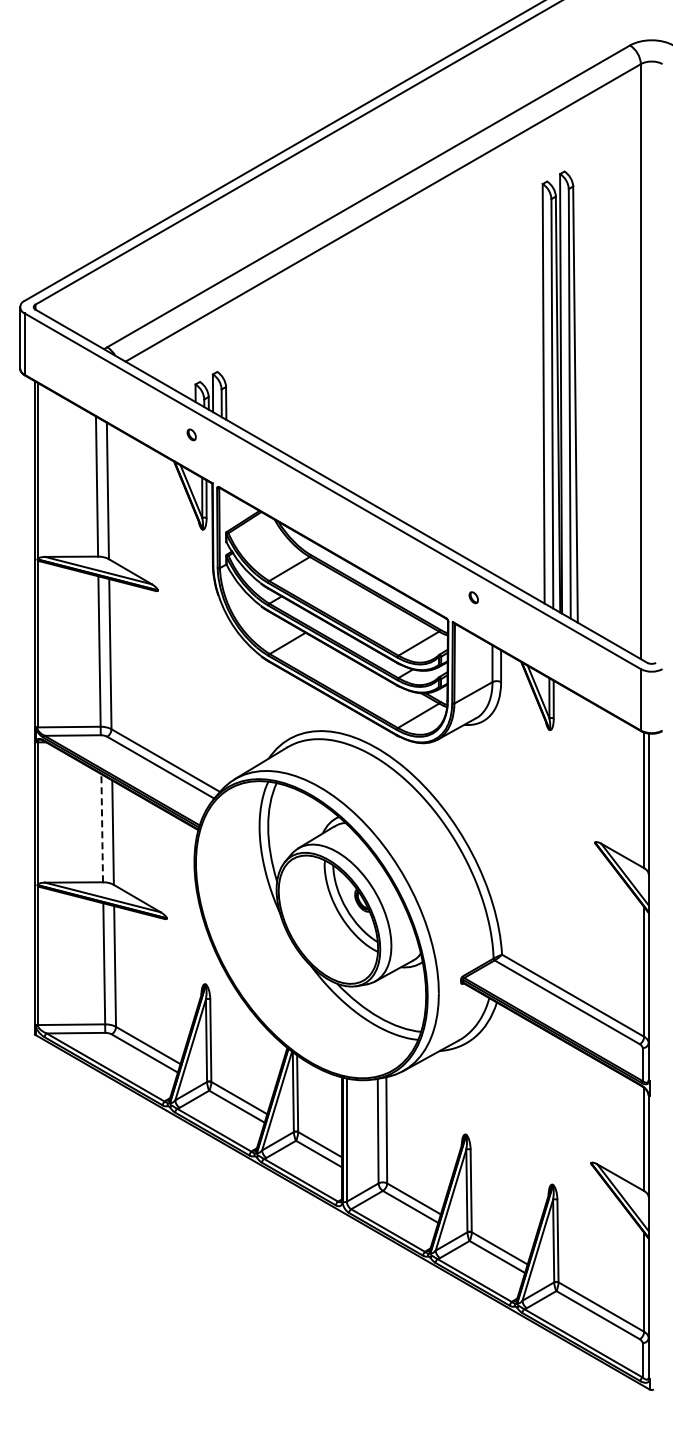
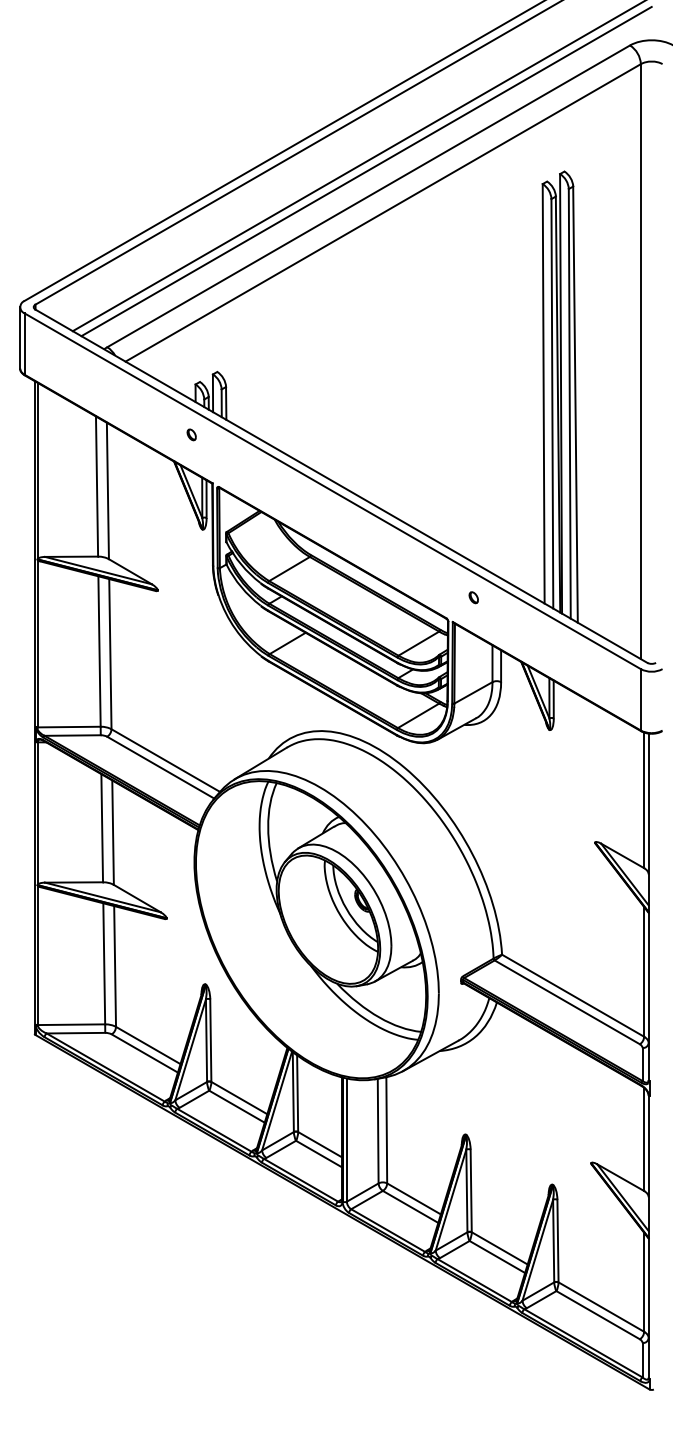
line at (357, 166): none -> present
line at (366, 171): none -> present
line at (102, 827): dashed -> solid
